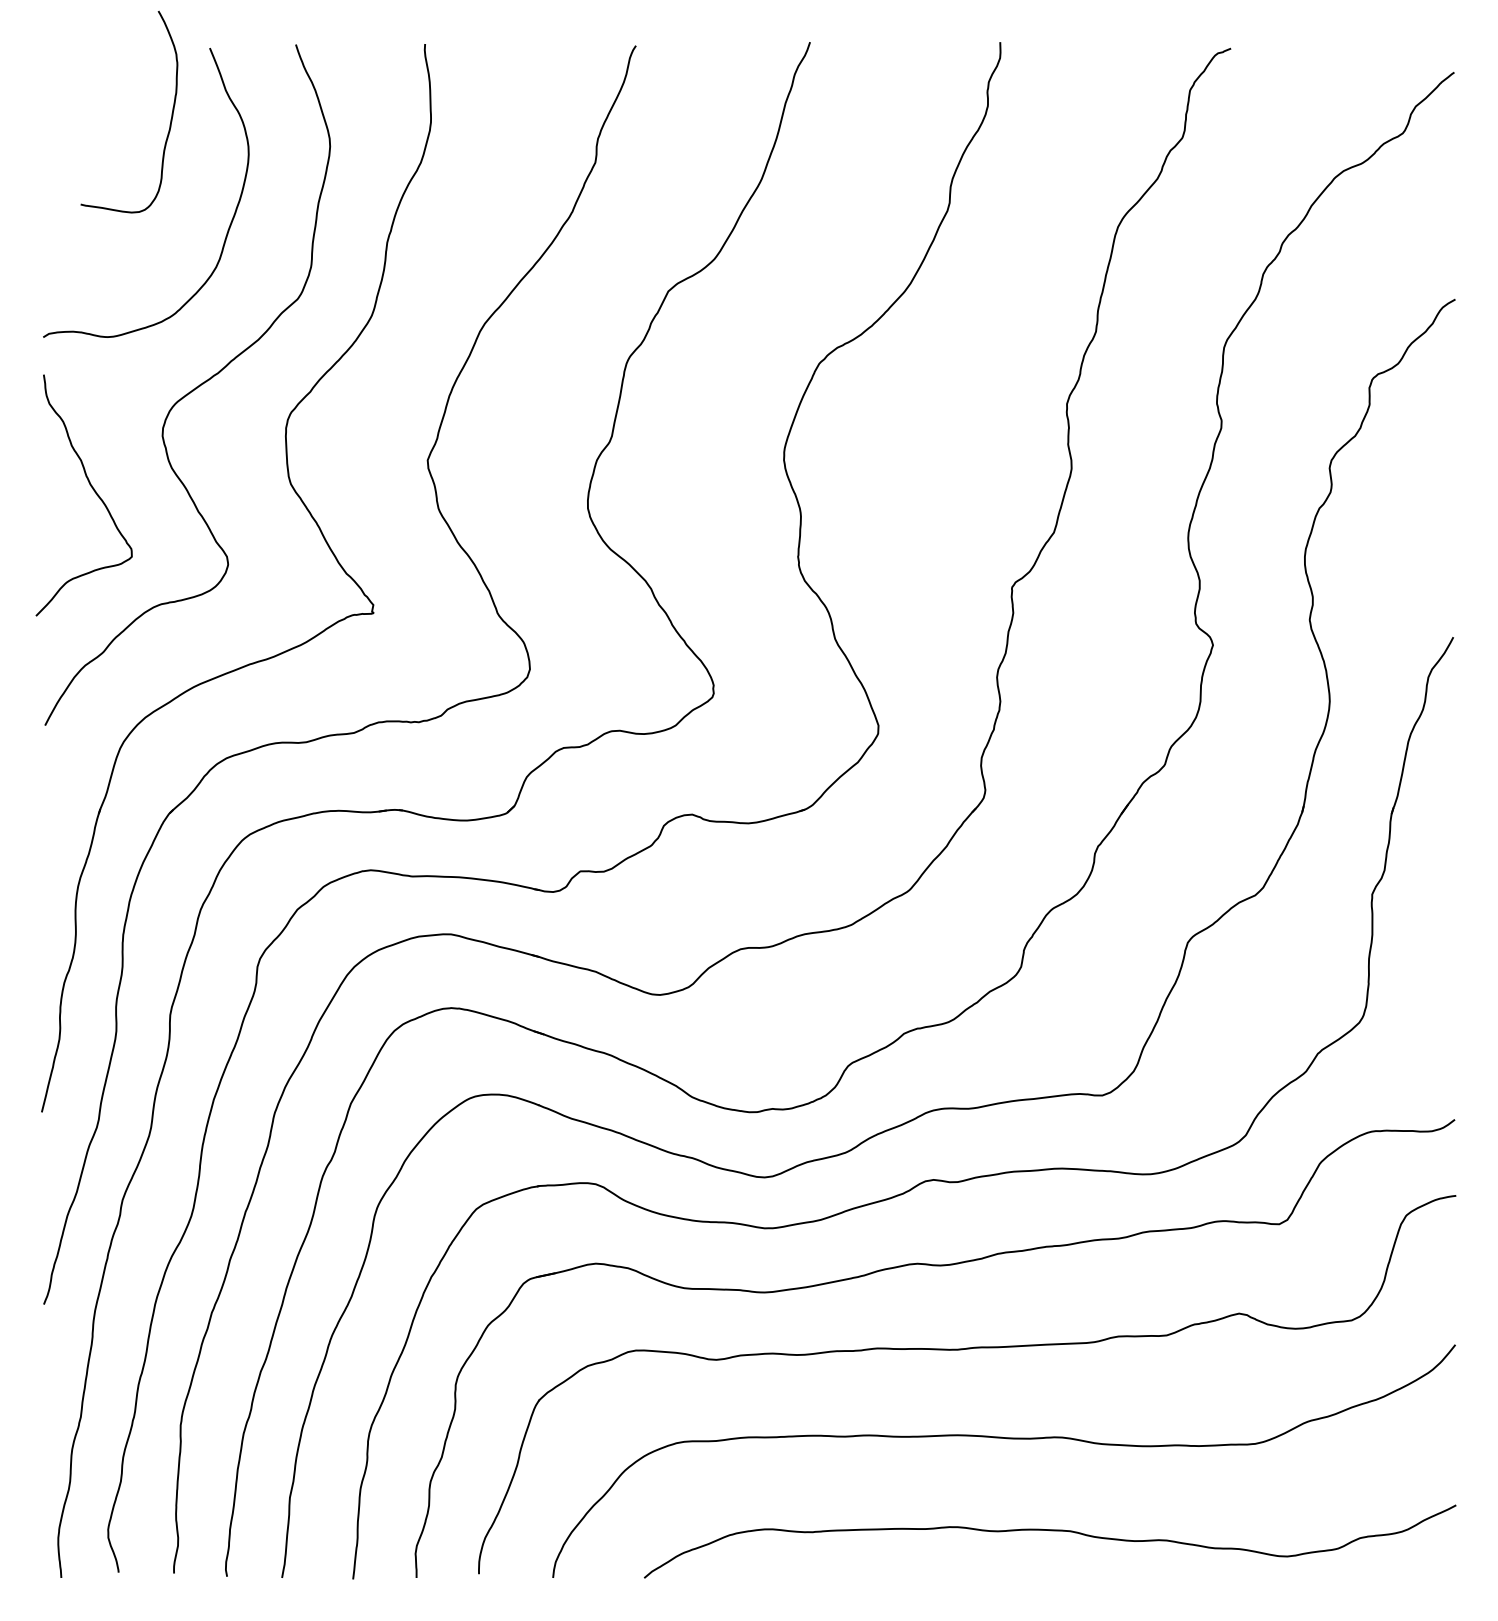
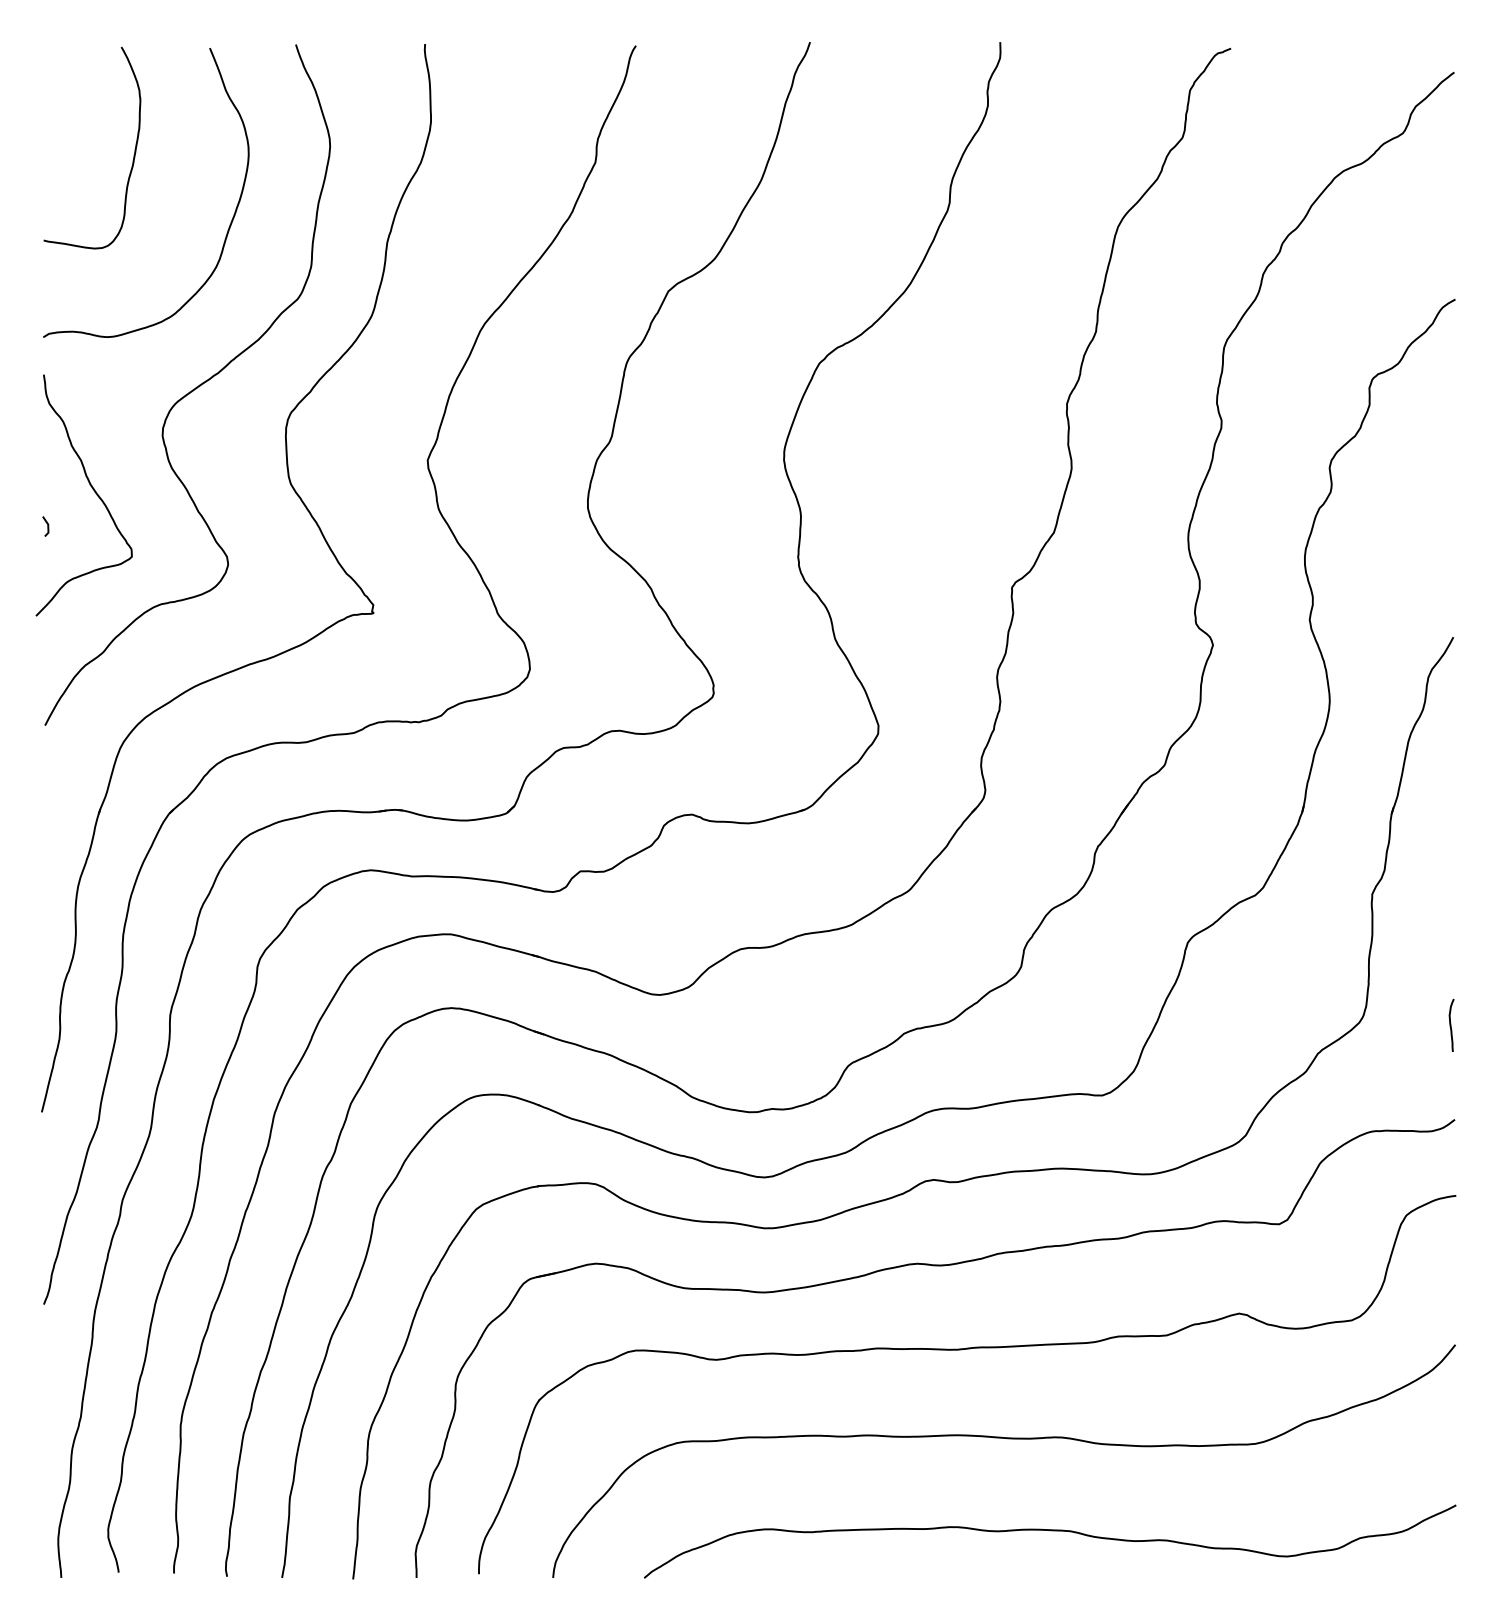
curve at (170, 119) position: (170, 119) -> (133, 155)
line at (47, 526): none -> present
curve at (1451, 1024): none -> present
